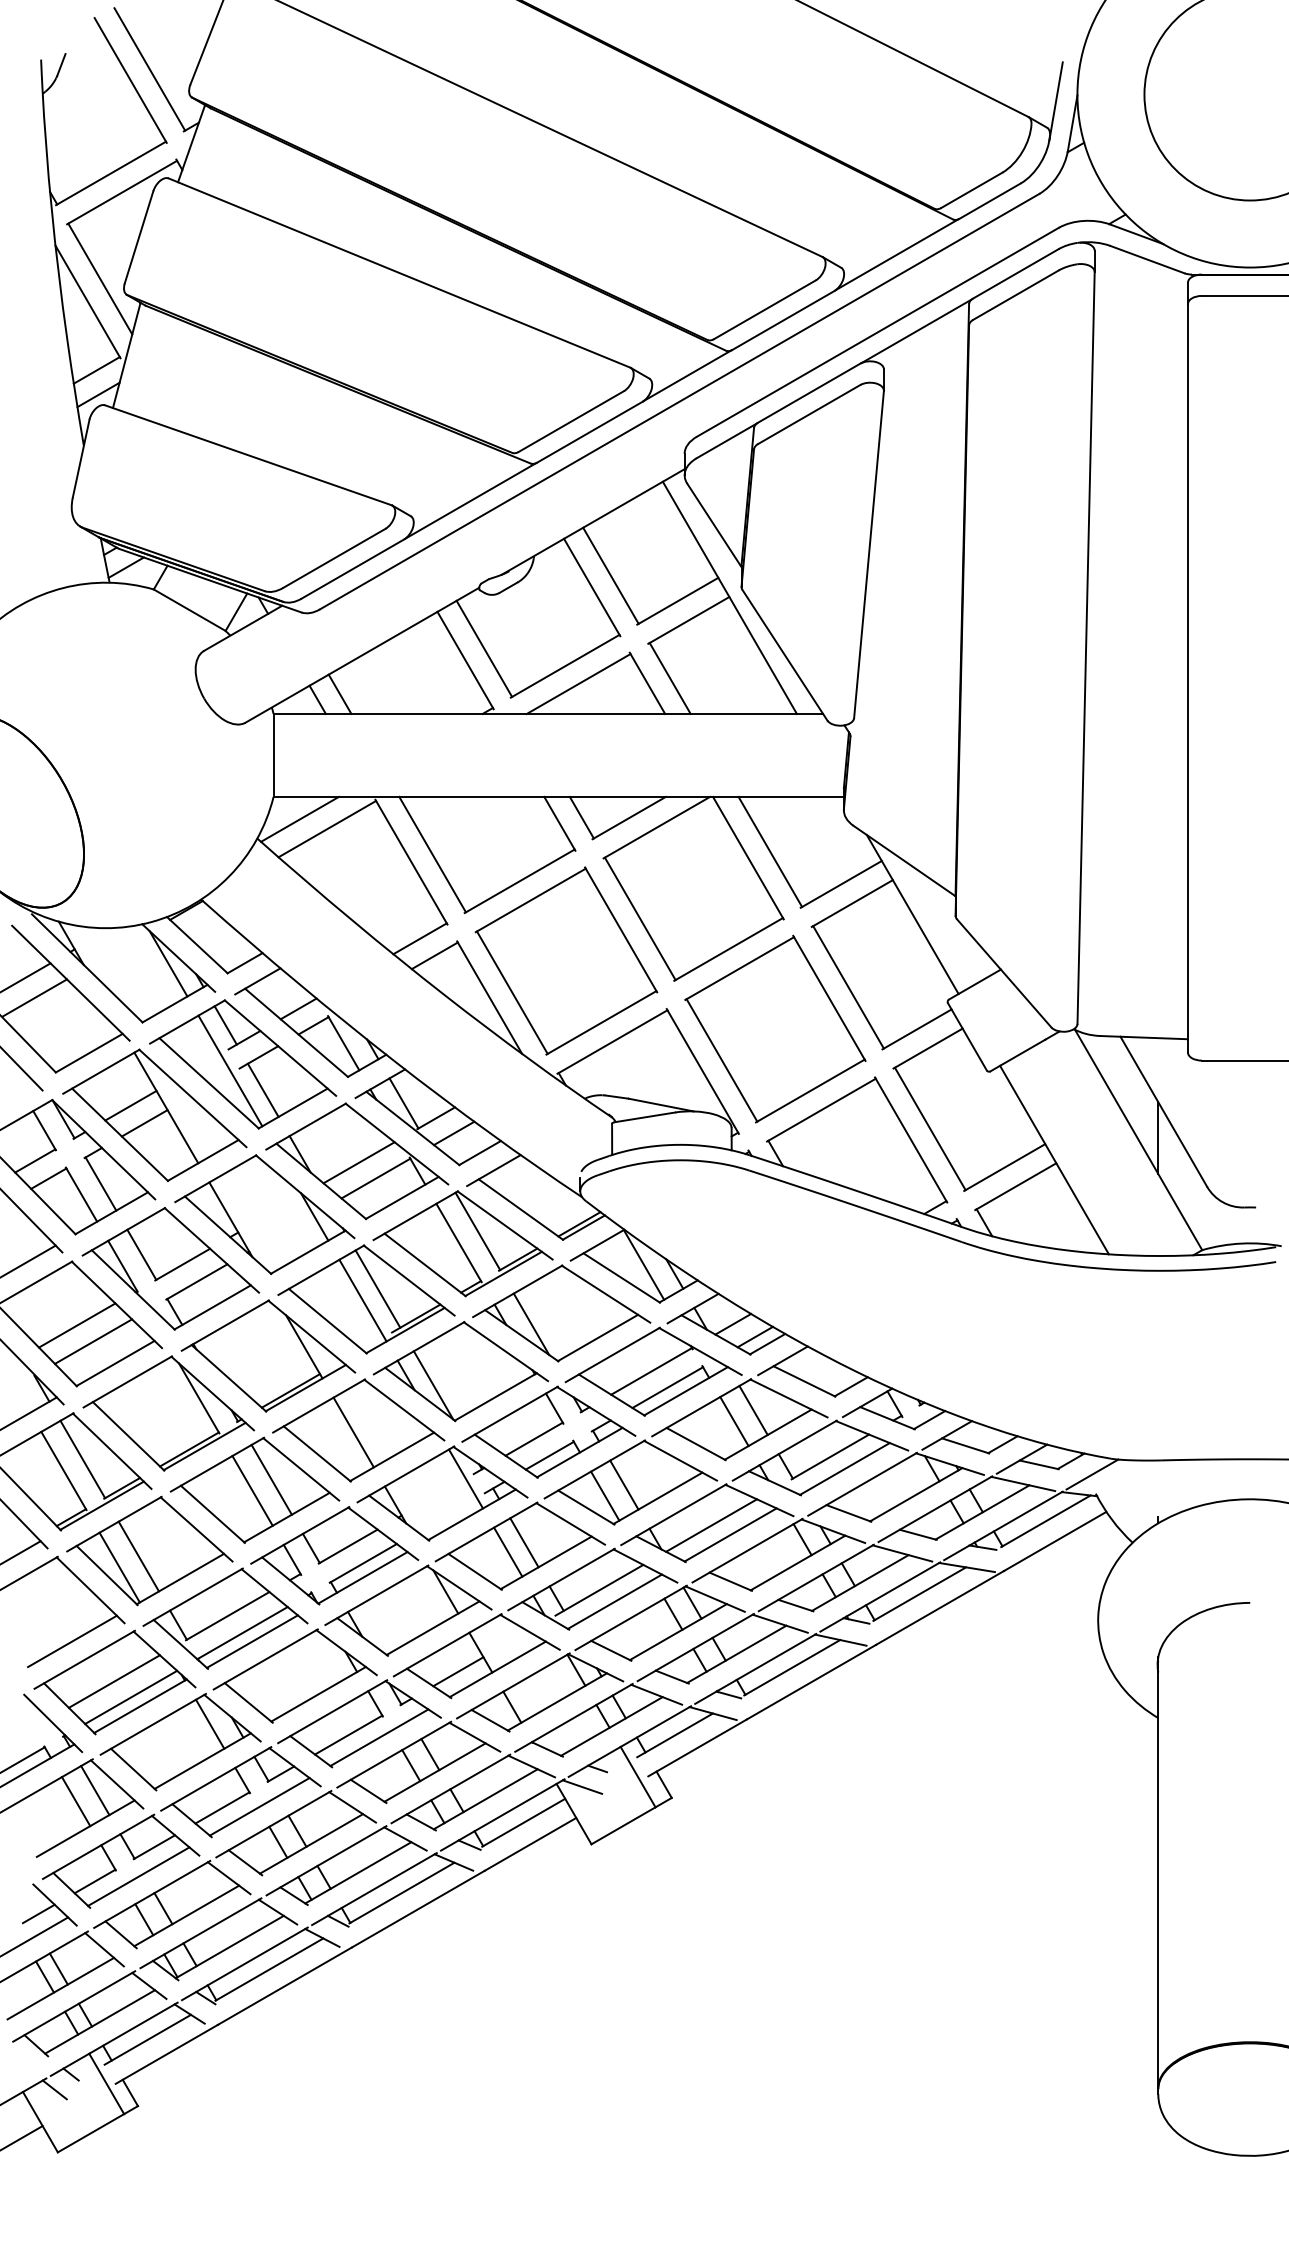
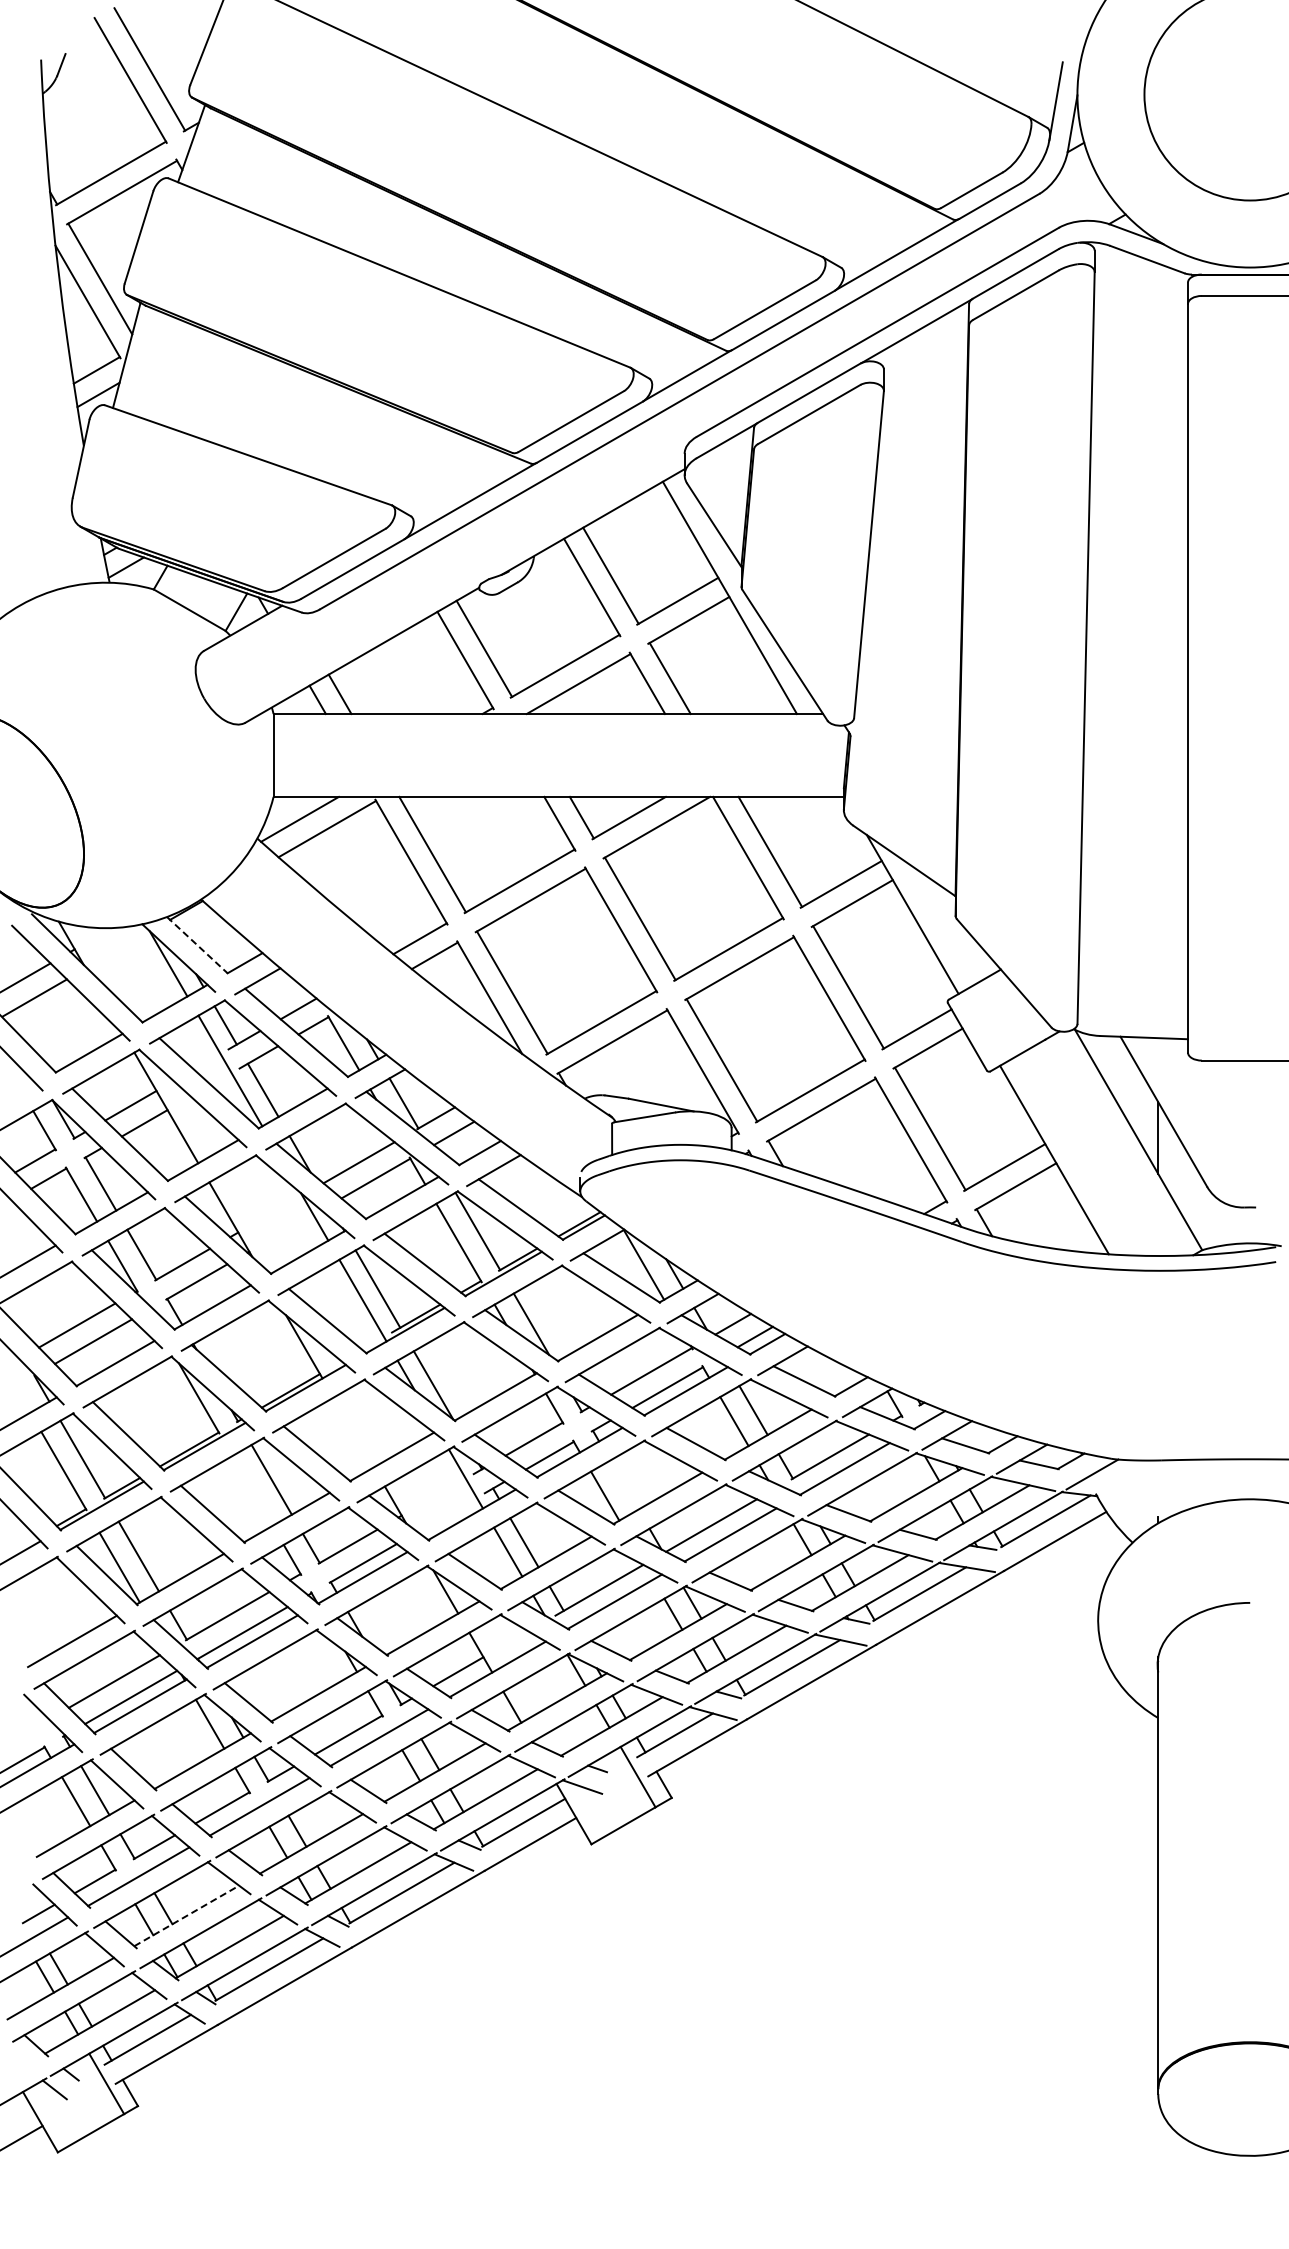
line at (197, 945): solid -> dashed
line at (353, 1432): present -> none
line at (624, 1484): present -> none
line at (252, 1490): present -> none
line at (186, 1915): solid -> dashed
